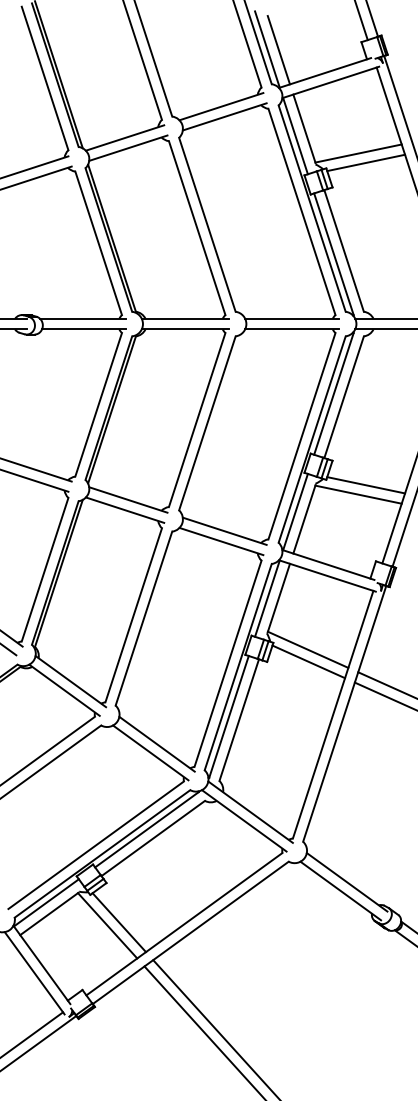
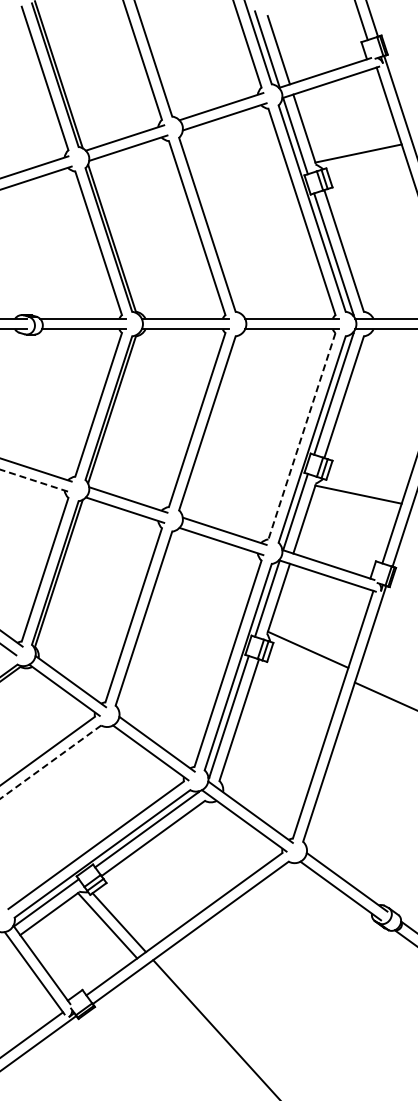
line at (366, 162): present -> none
line at (301, 436): solid -> dashed
line at (34, 480): solid -> dashed
line at (366, 485): present -> none
line at (308, 661): present -> none
line at (386, 684): present -> none
line at (51, 761): solid -> dashed
line at (203, 1031): present -> none
